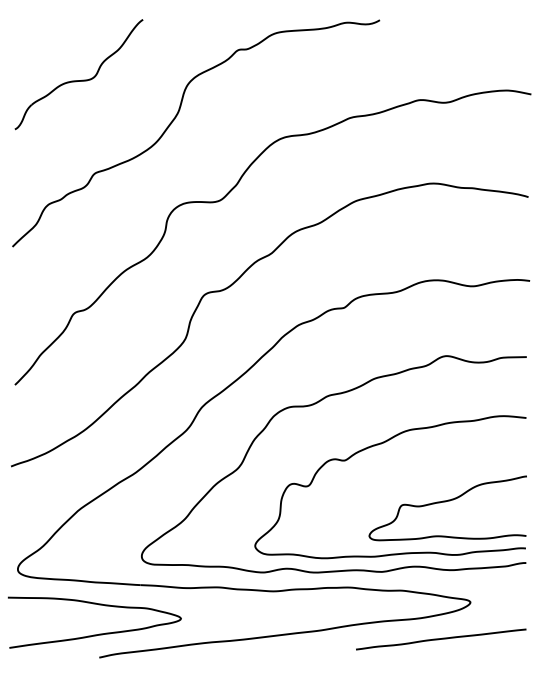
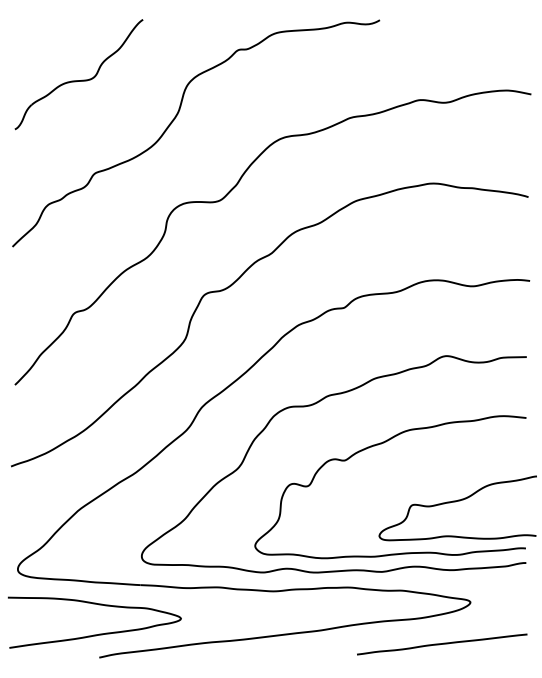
curve at (445, 502) position: (445, 502) -> (455, 502)
line at (441, 639) position: (441, 639) -> (442, 644)
